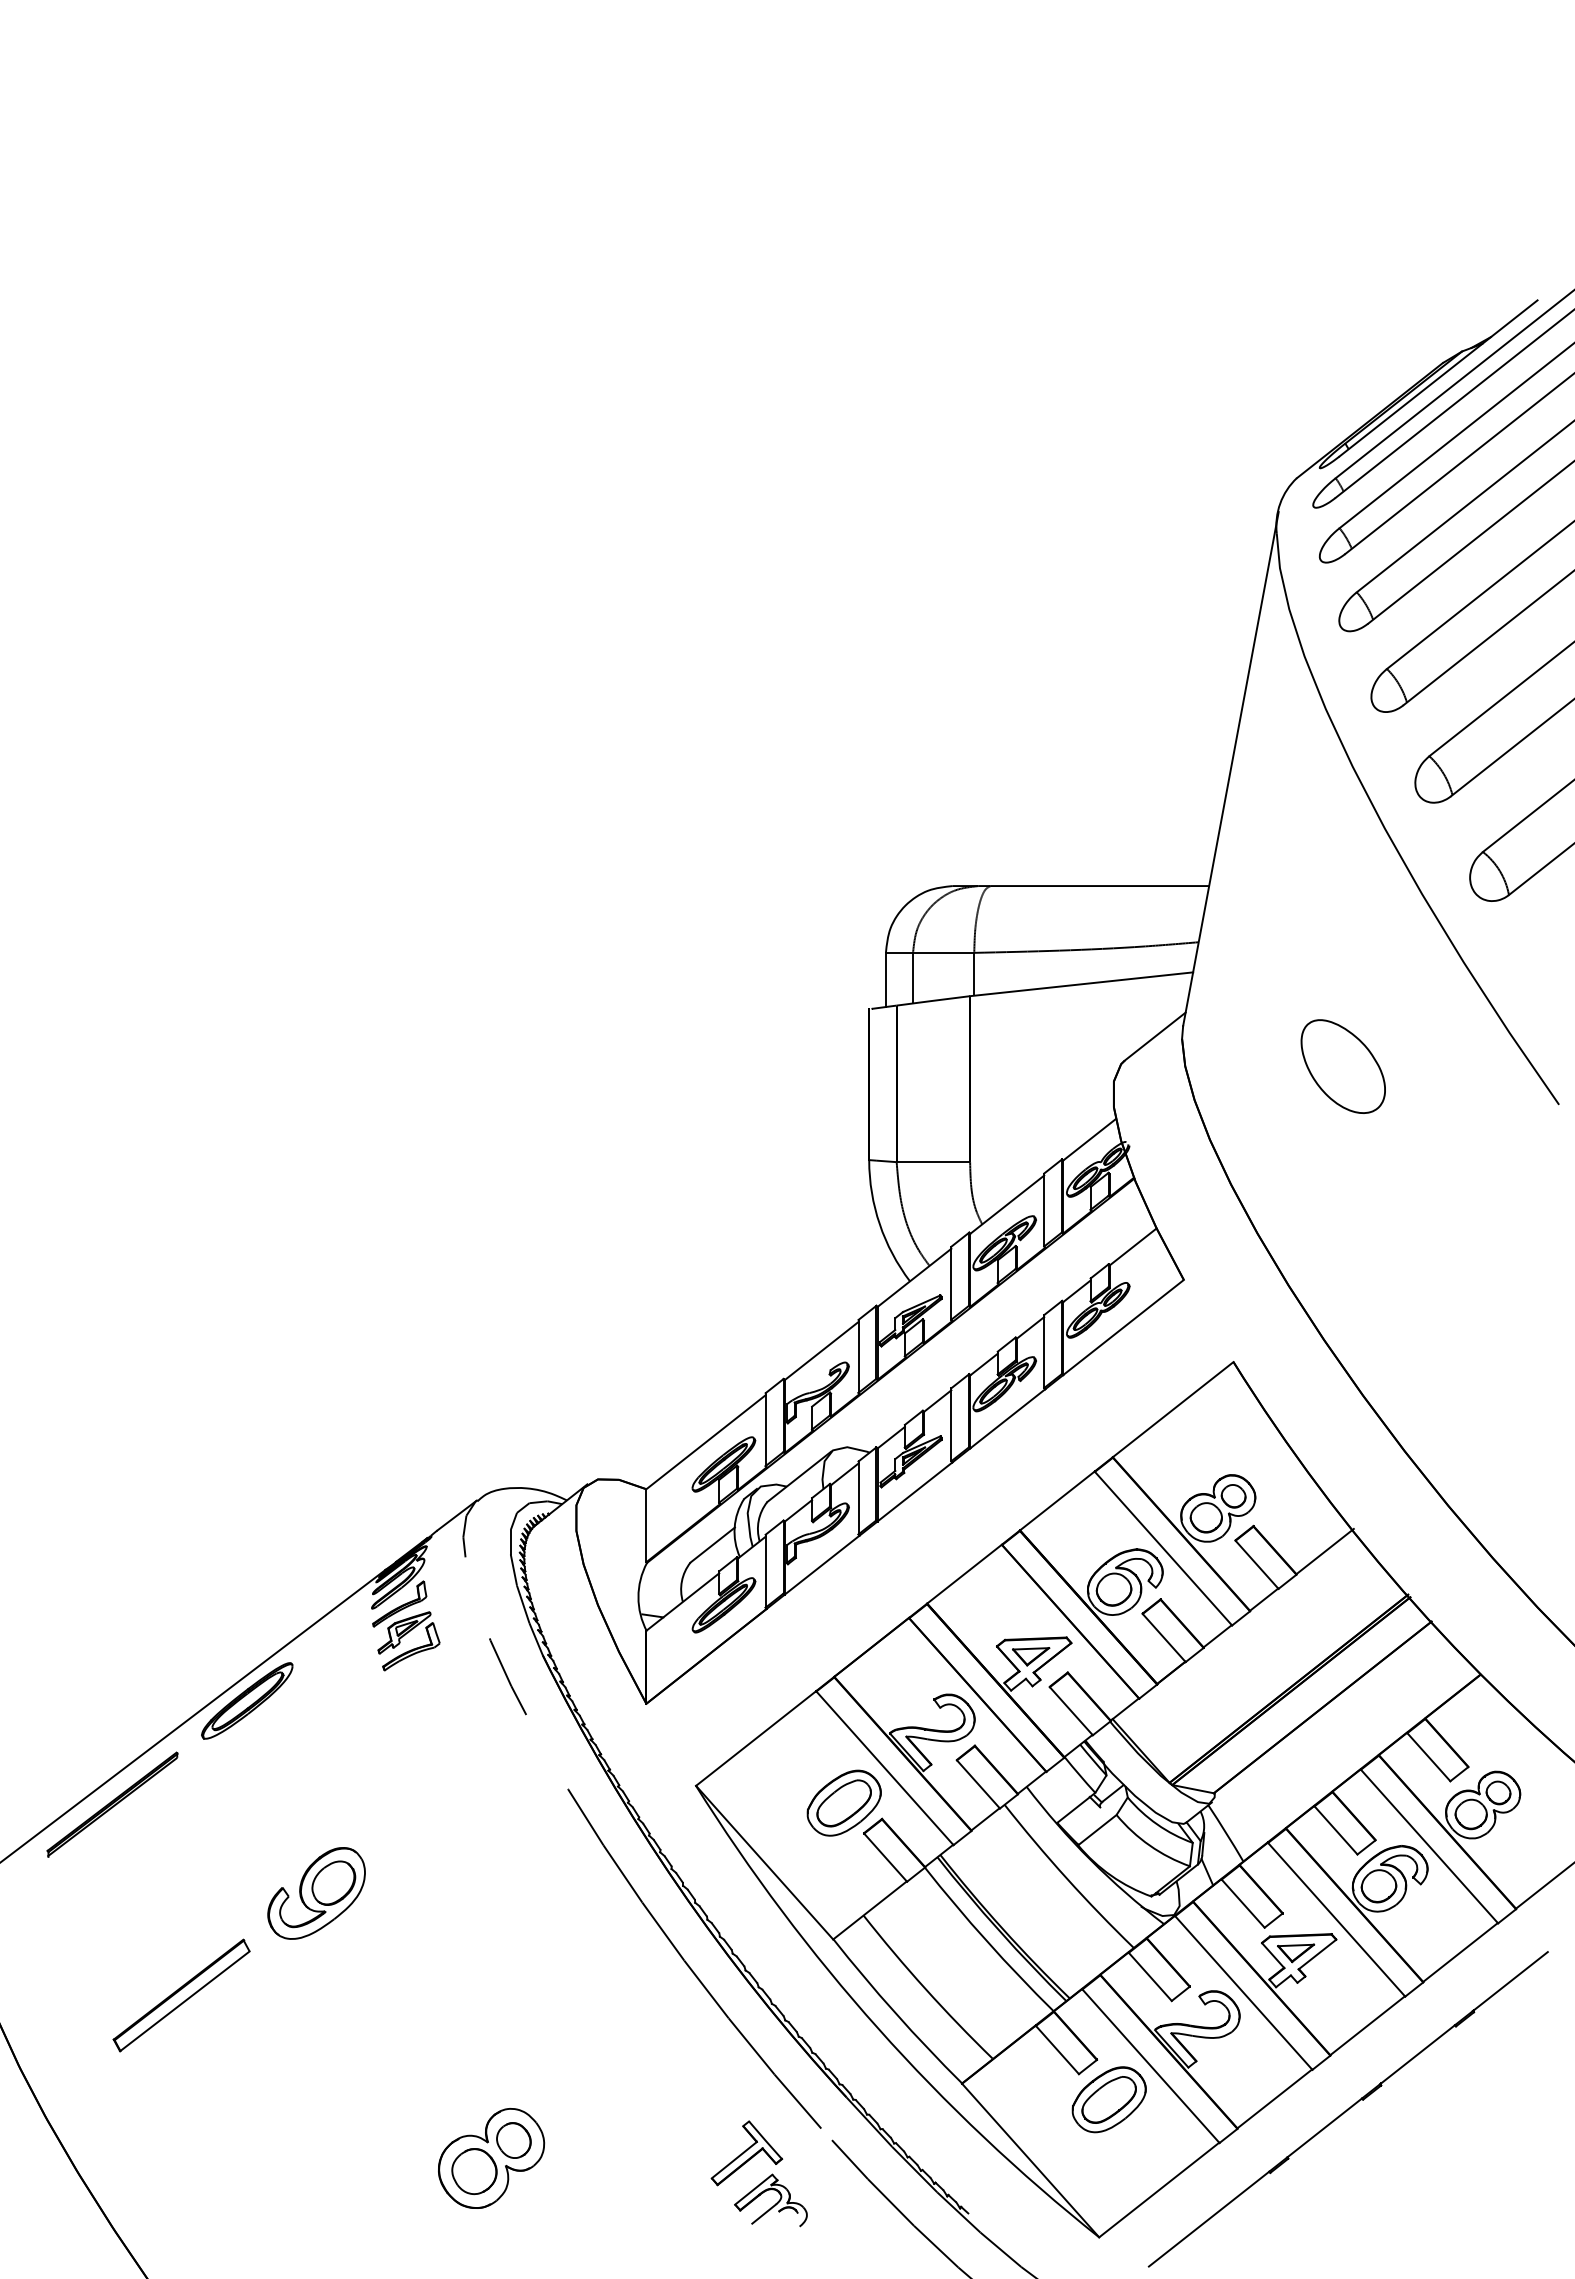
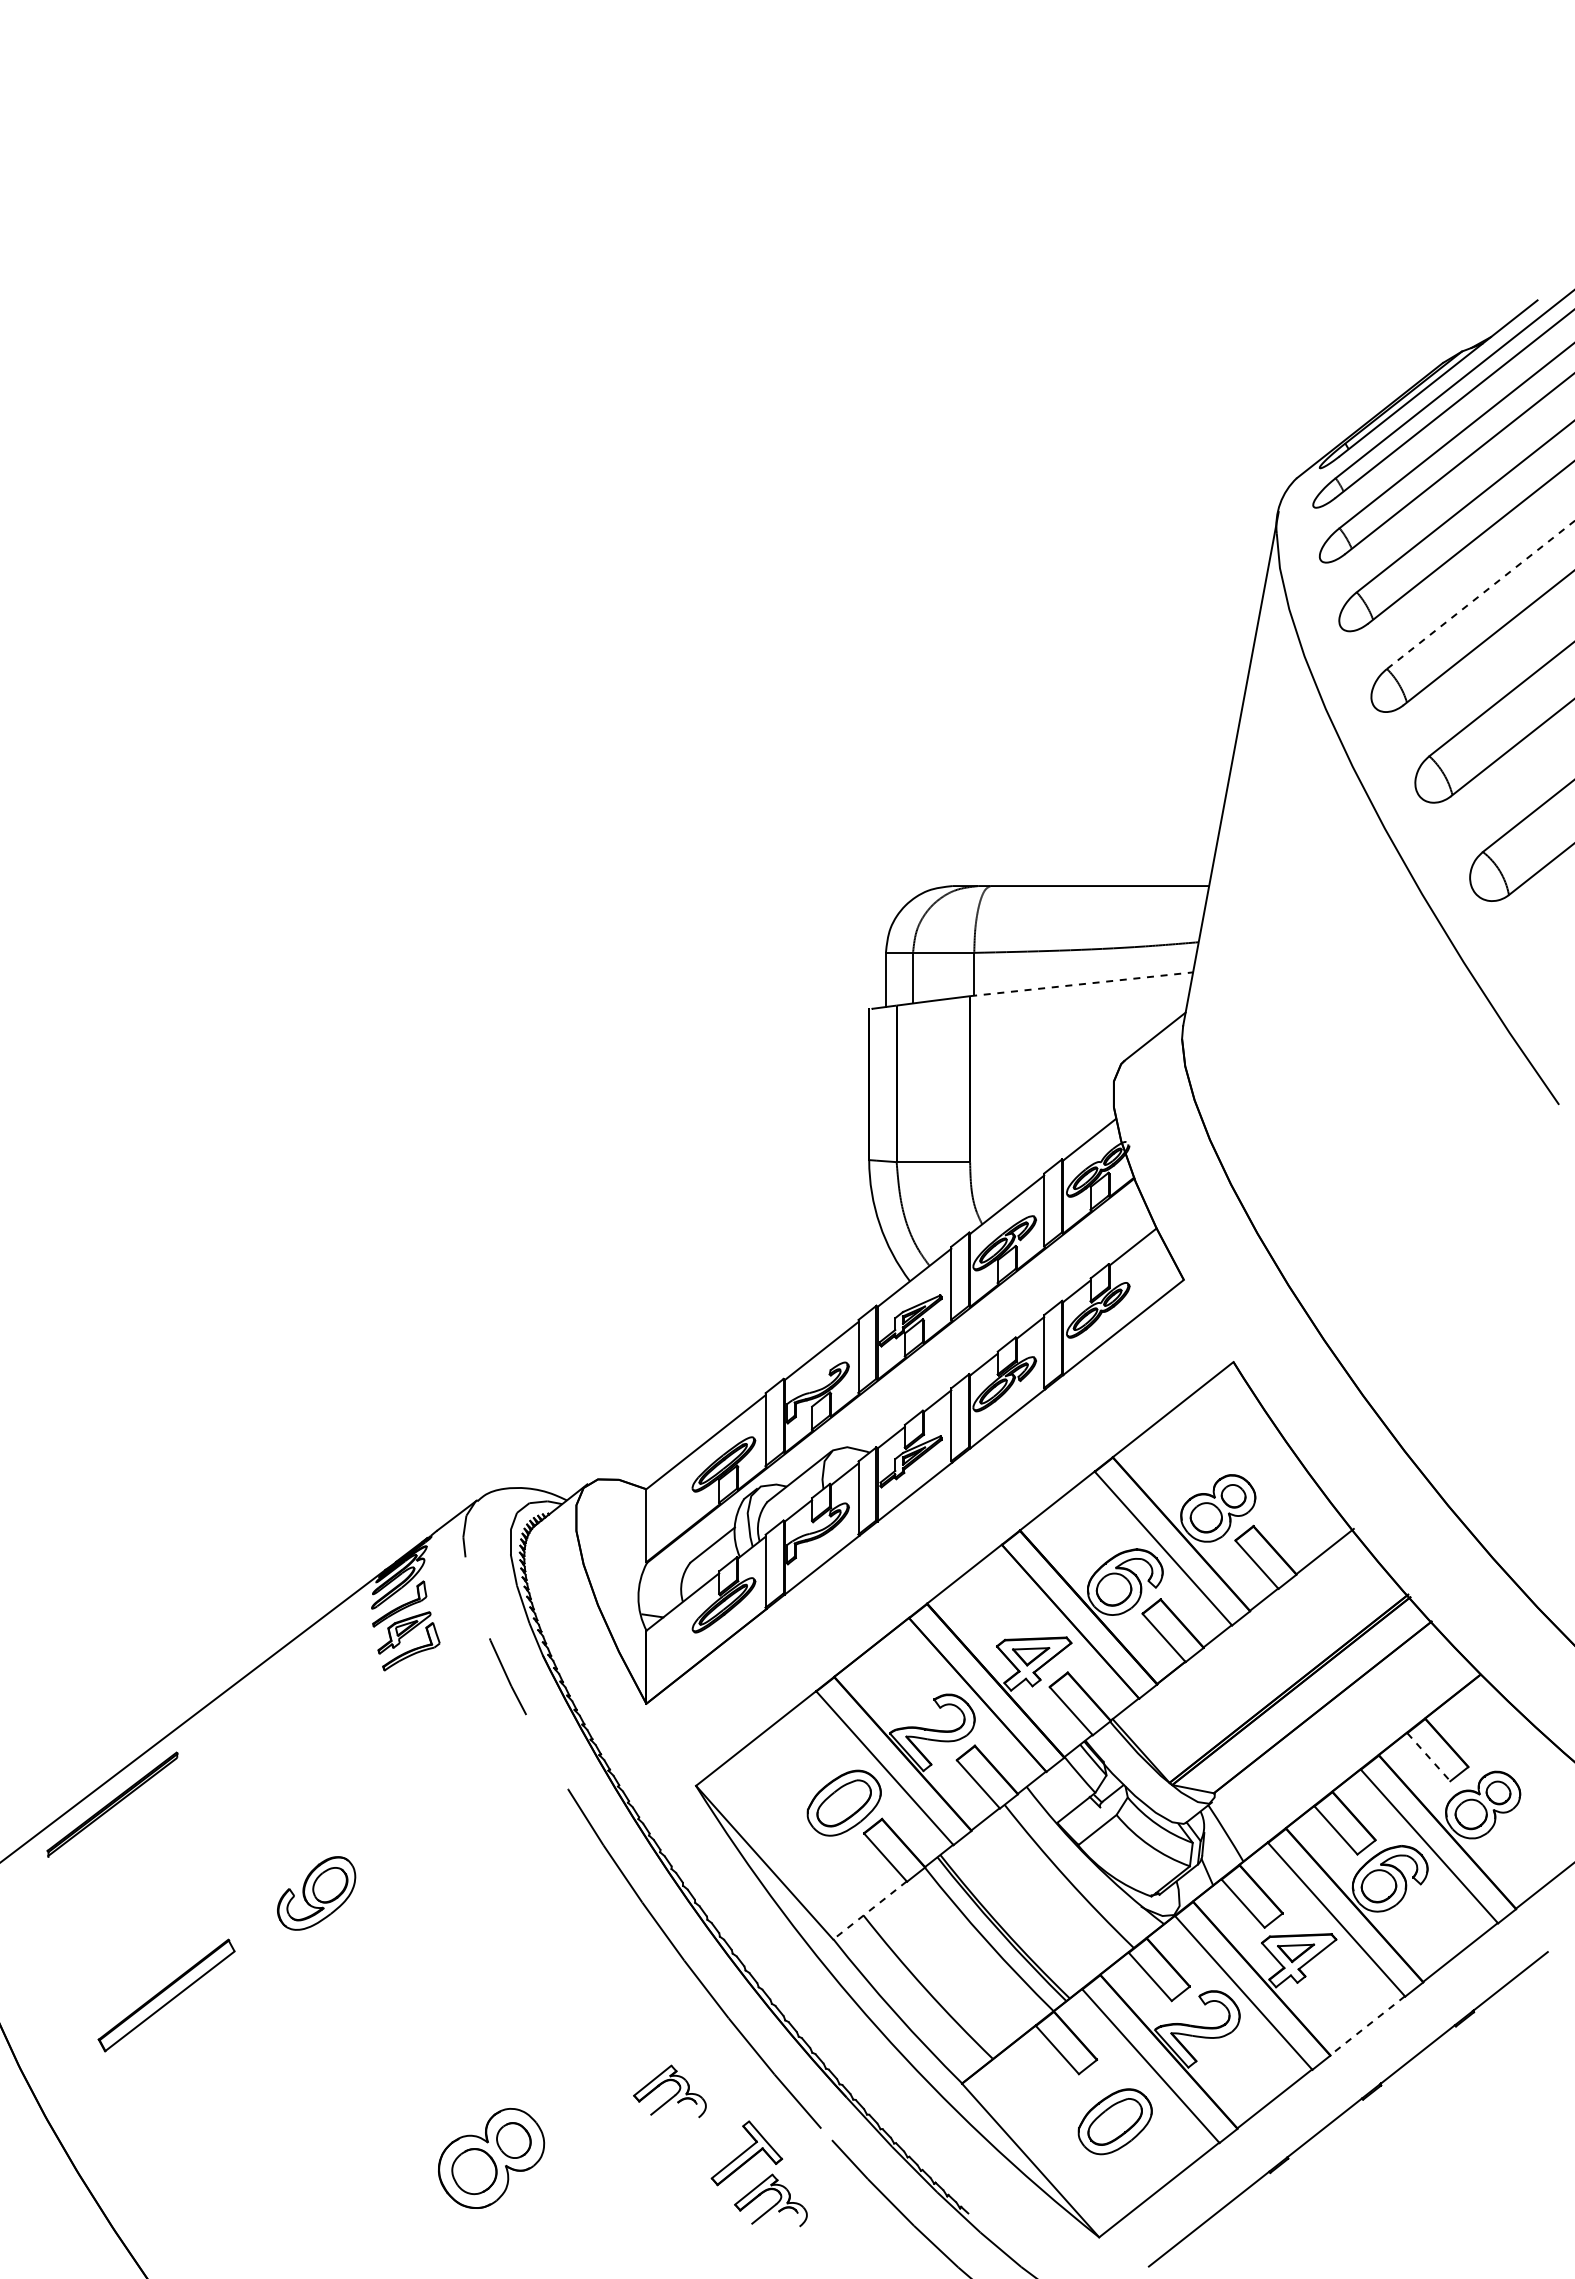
line at (1481, 594): solid -> dashed
line at (1082, 984): solid -> dashed
part at (1342, 1066): present -> none
part at (247, 1700): present -> none
line at (1429, 1757): solid -> dashed
part at (316, 1893) size: 99x93 px -> 80x75 px
line at (870, 1910): solid -> dashed
part at (181, 1995) position: (181, 1995) -> (166, 1995)
line at (1367, 2025): solid -> dashed
part at (669, 2091): none -> present
part at (1108, 2099) position: (1108, 2099) -> (1114, 2121)
